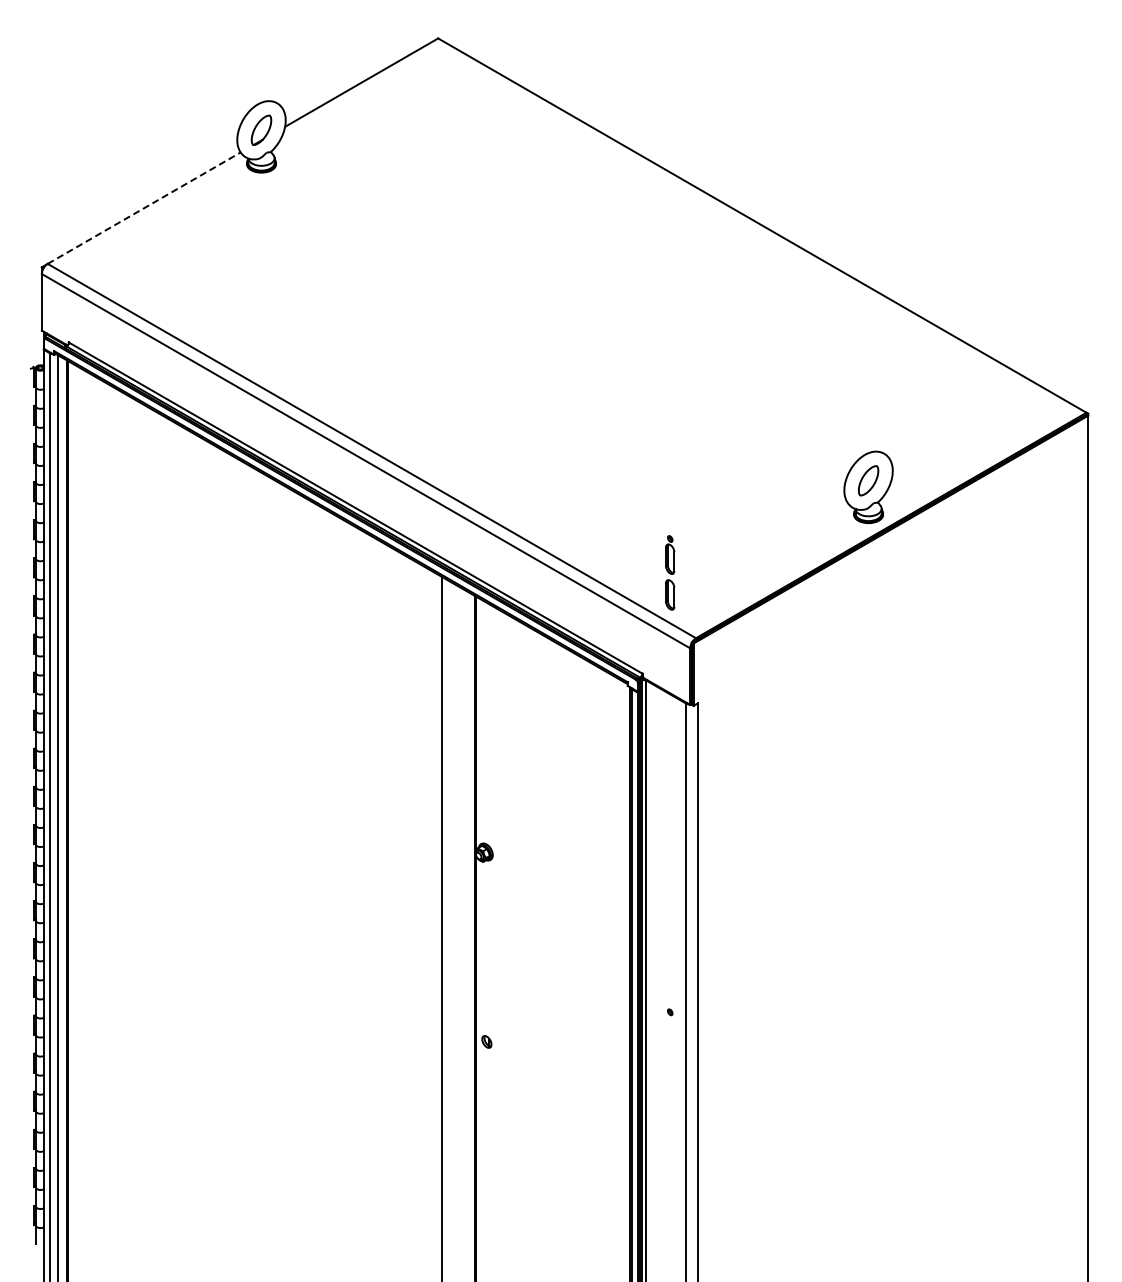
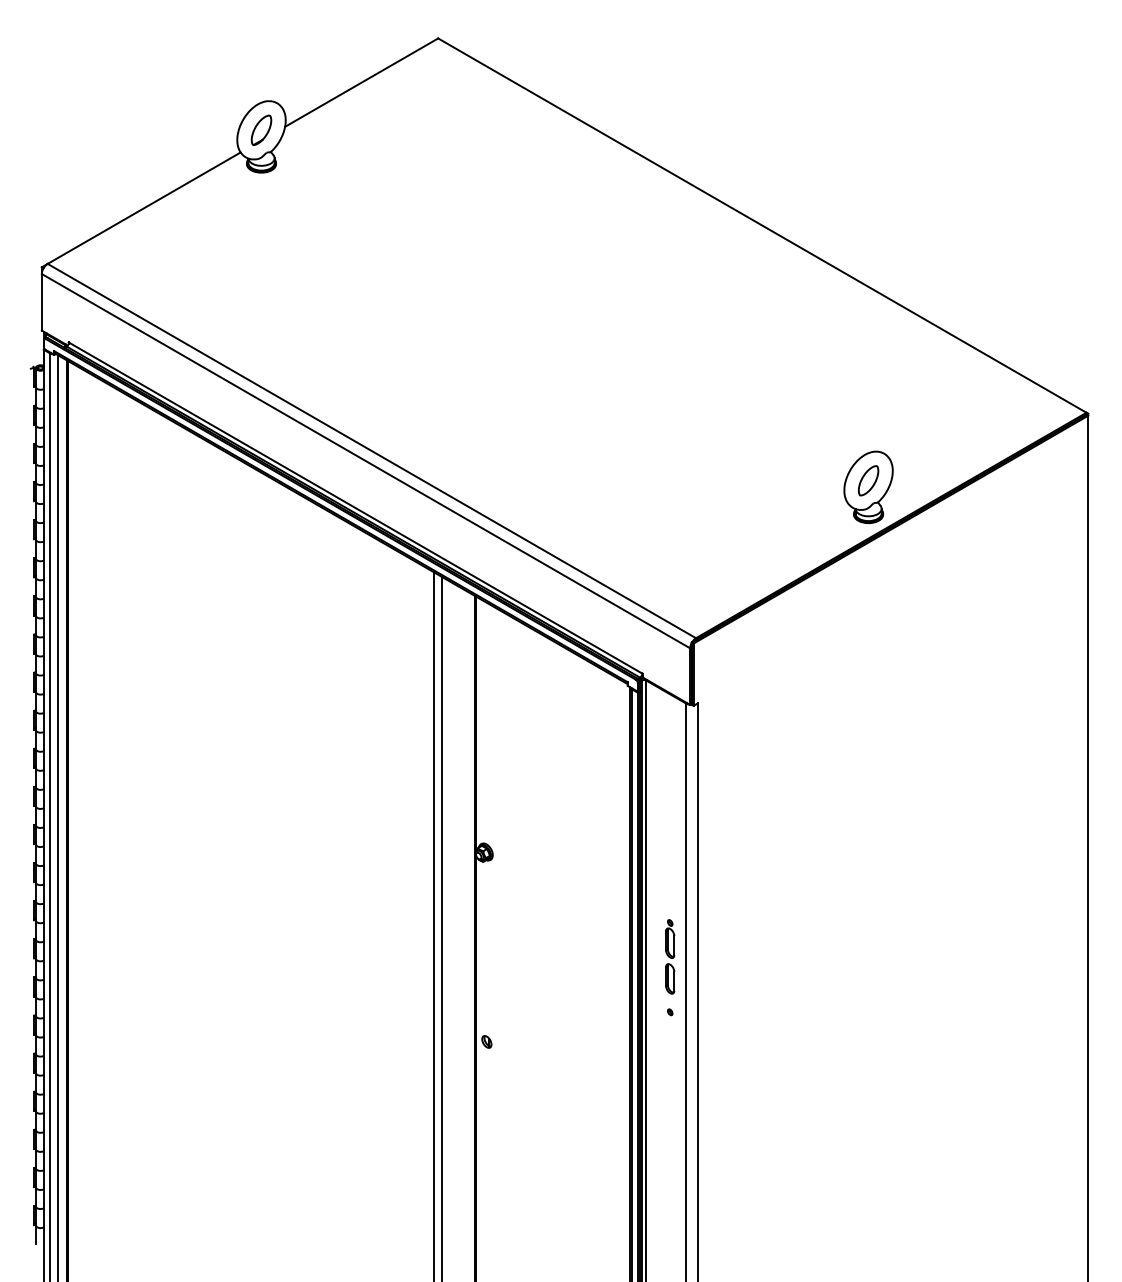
line at (144, 207): dashed -> solid
part at (670, 572) position: (670, 572) -> (670, 956)
line at (434, 925): none -> present
